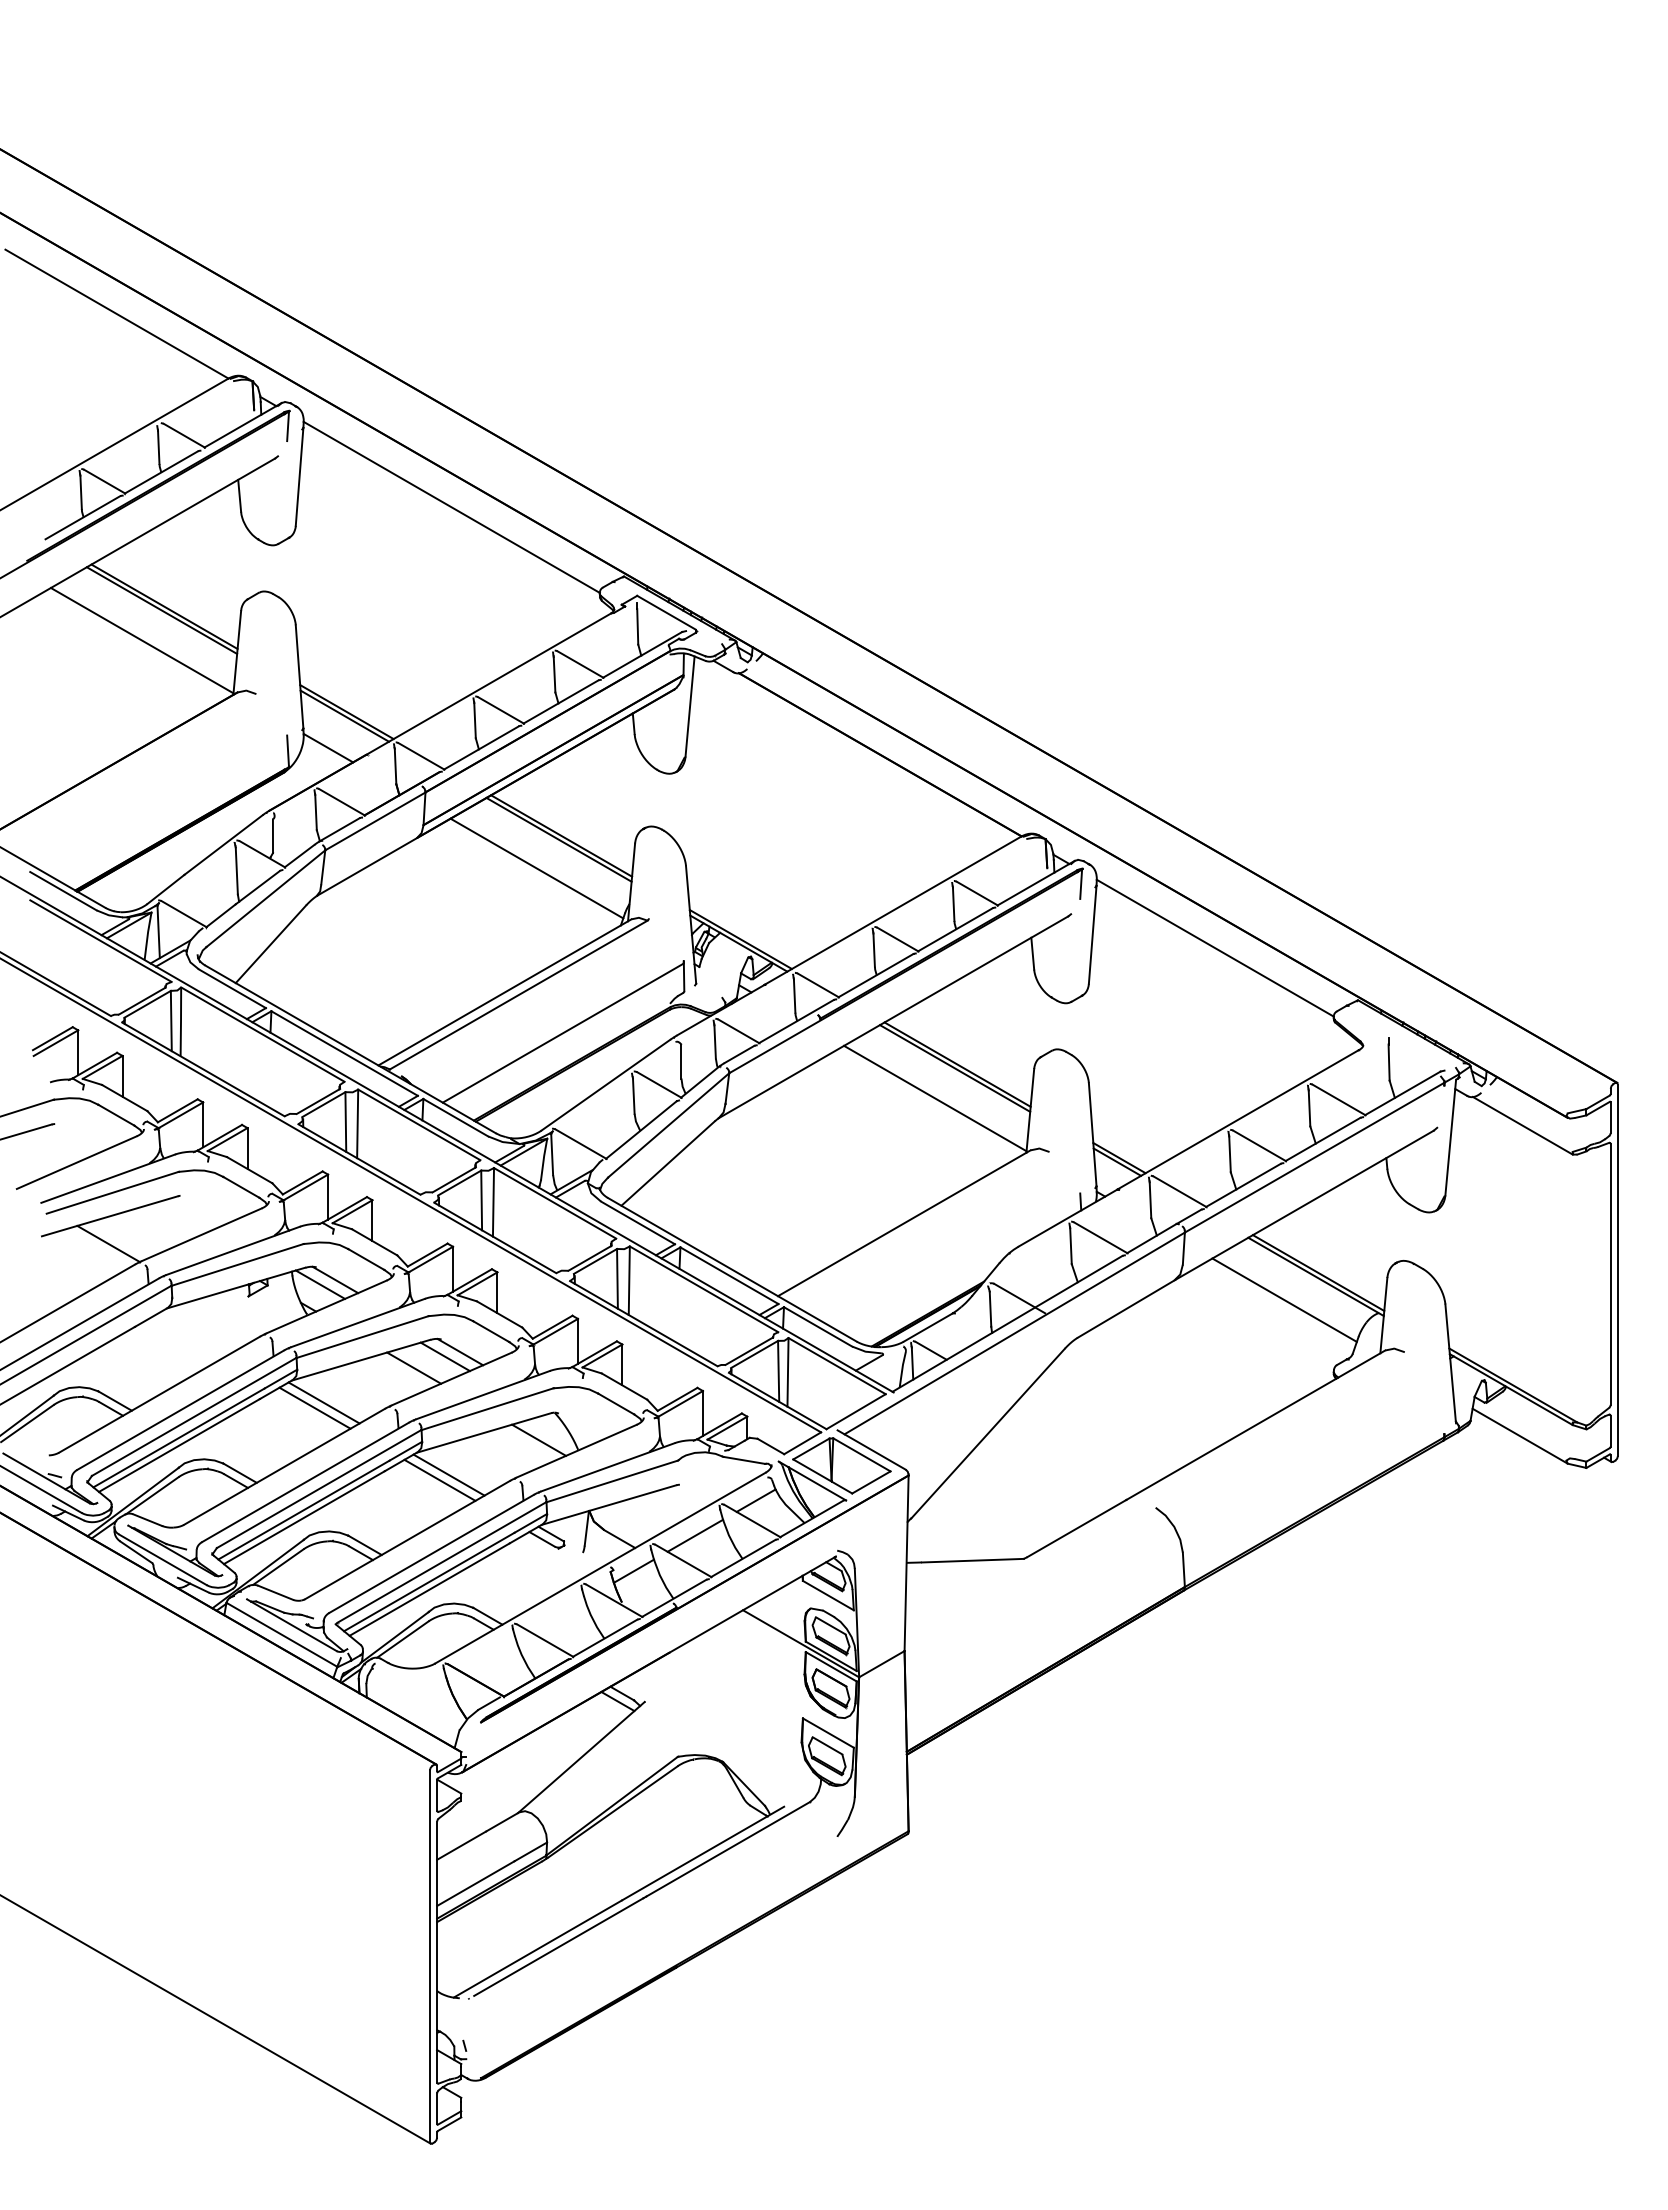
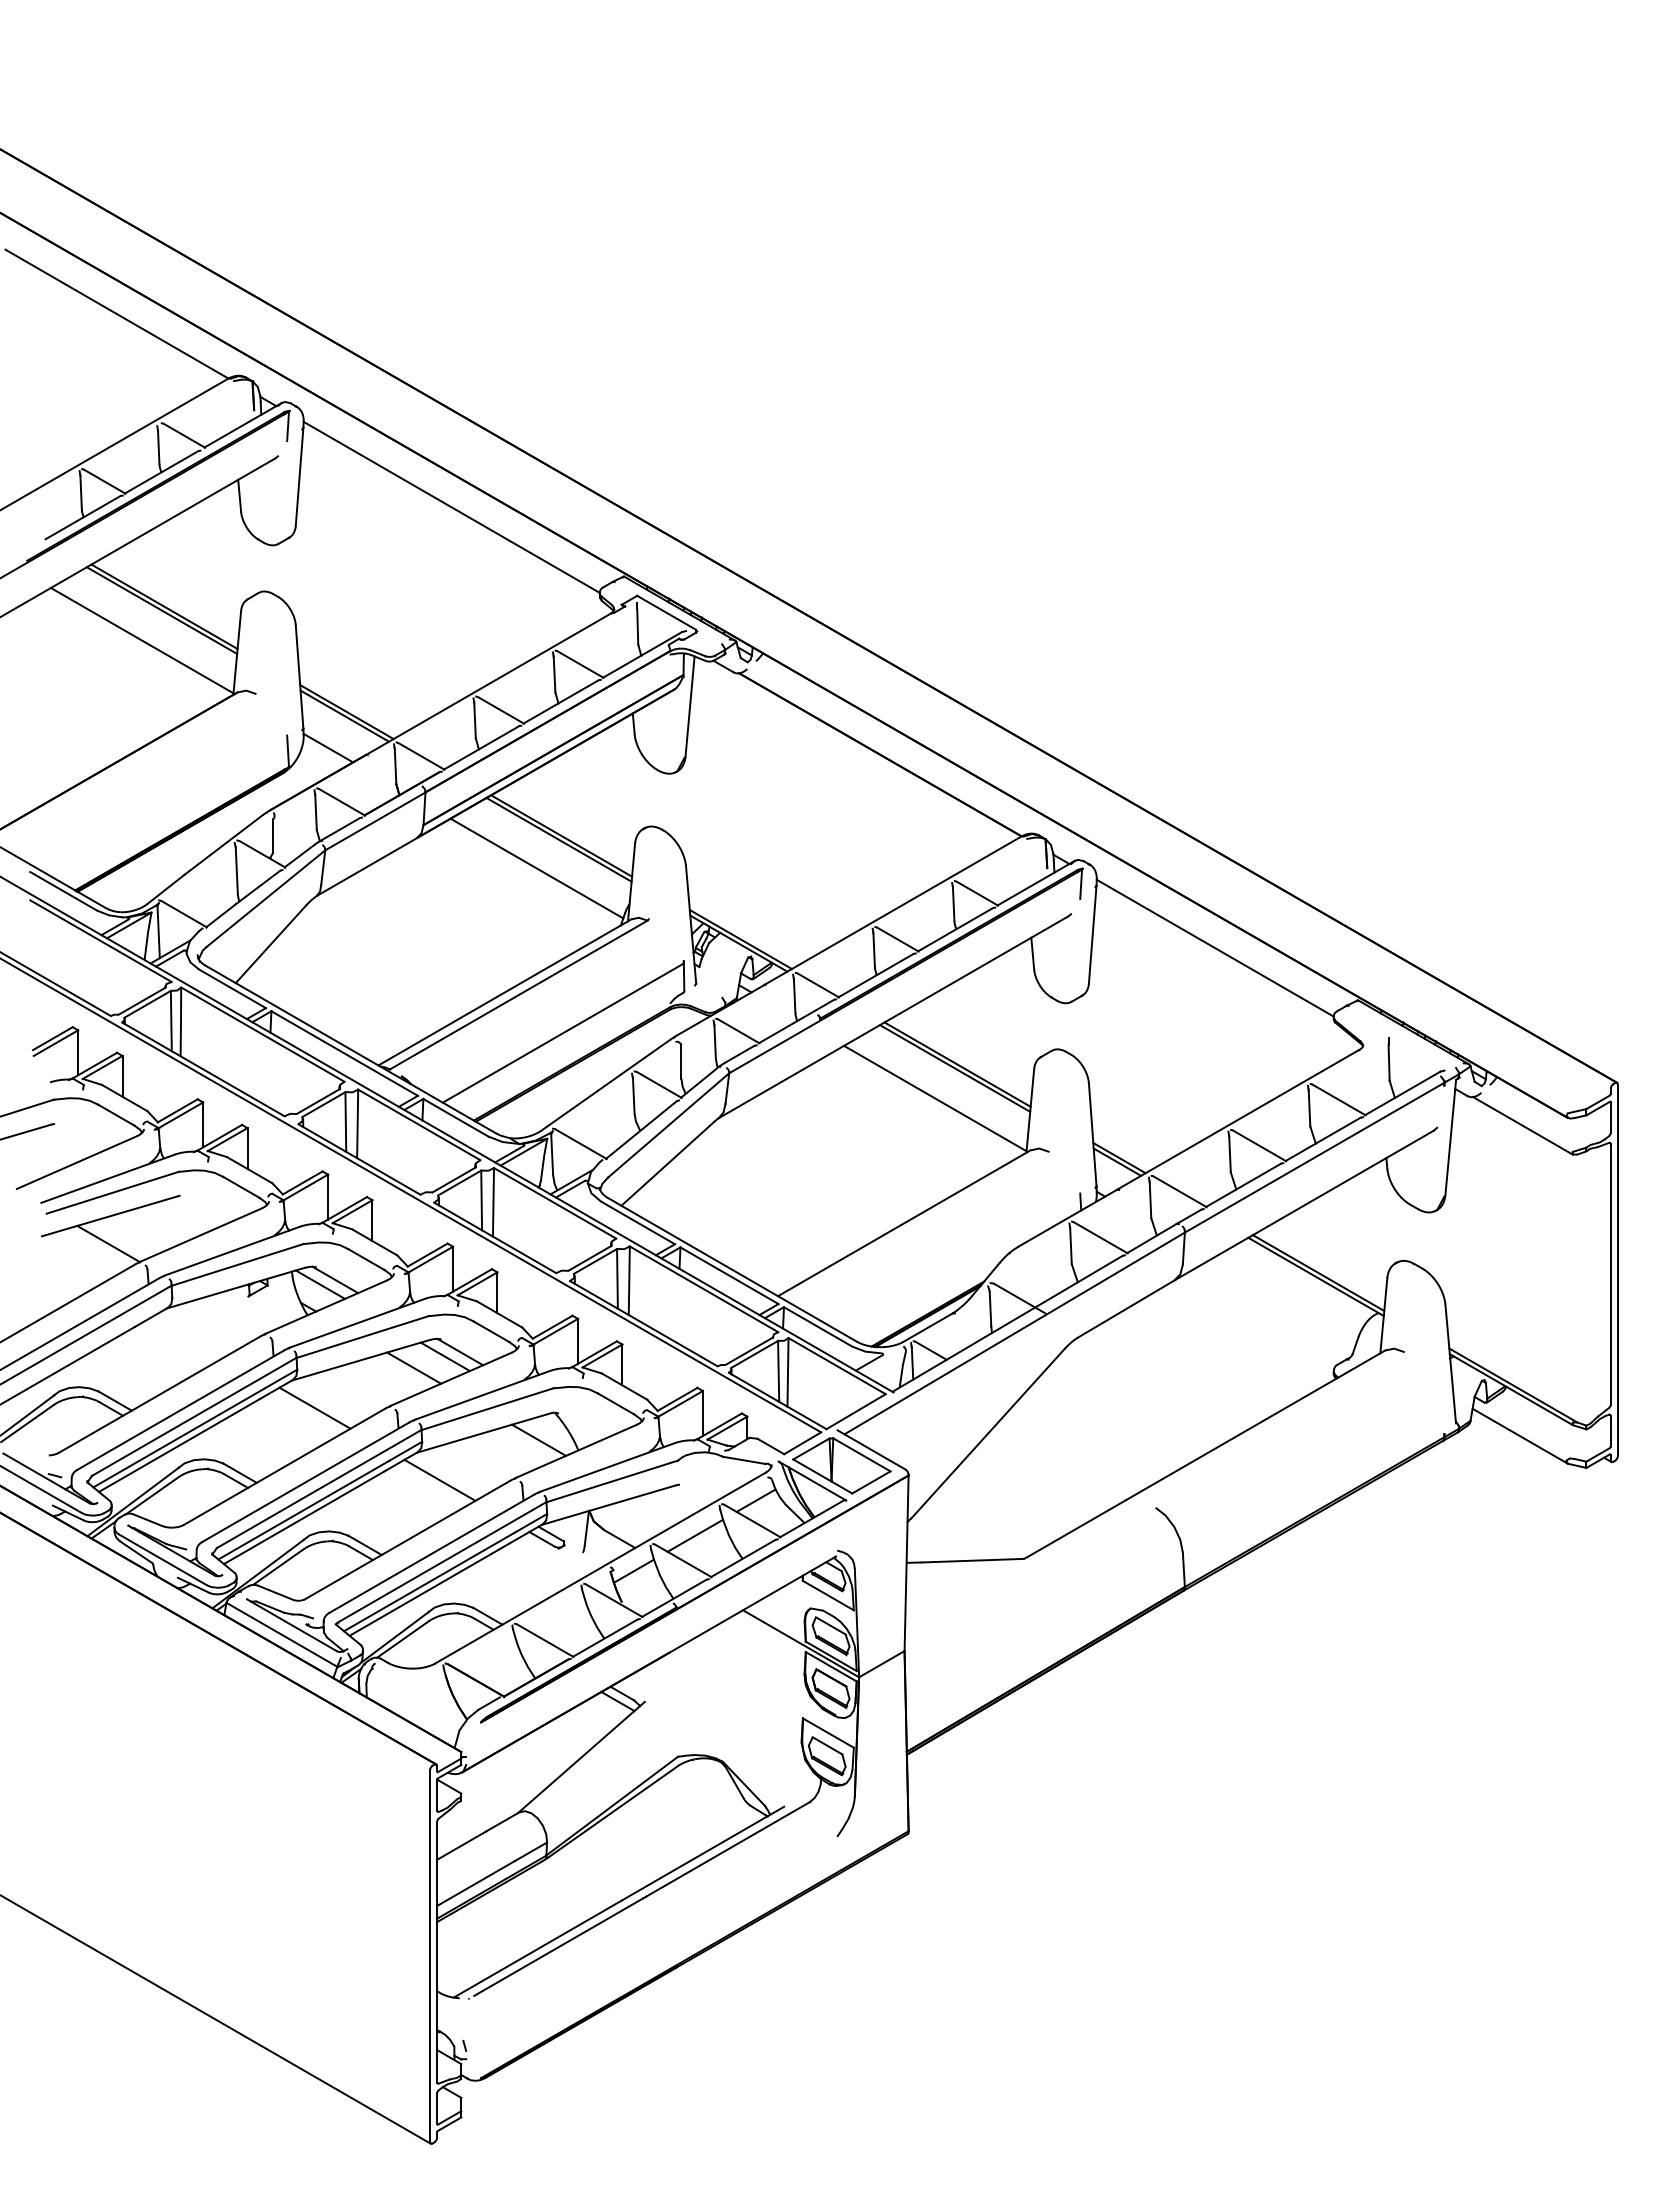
line at (1284, 1299): present -> none
line at (323, 1402): present -> none
line at (448, 1474): present -> none
